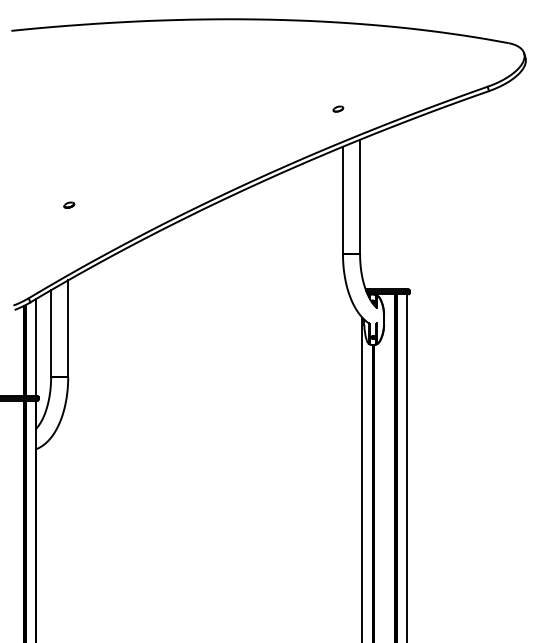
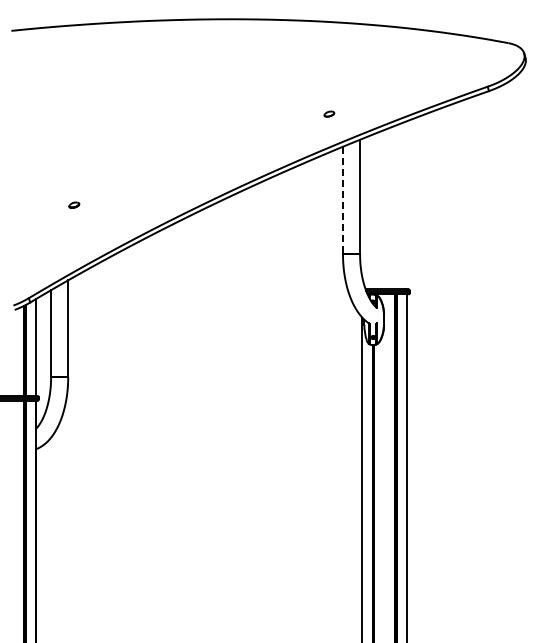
part at (338, 108) position: (338, 108) -> (329, 113)
line at (343, 200): solid -> dashed
part at (69, 204) position: (69, 204) -> (74, 204)
